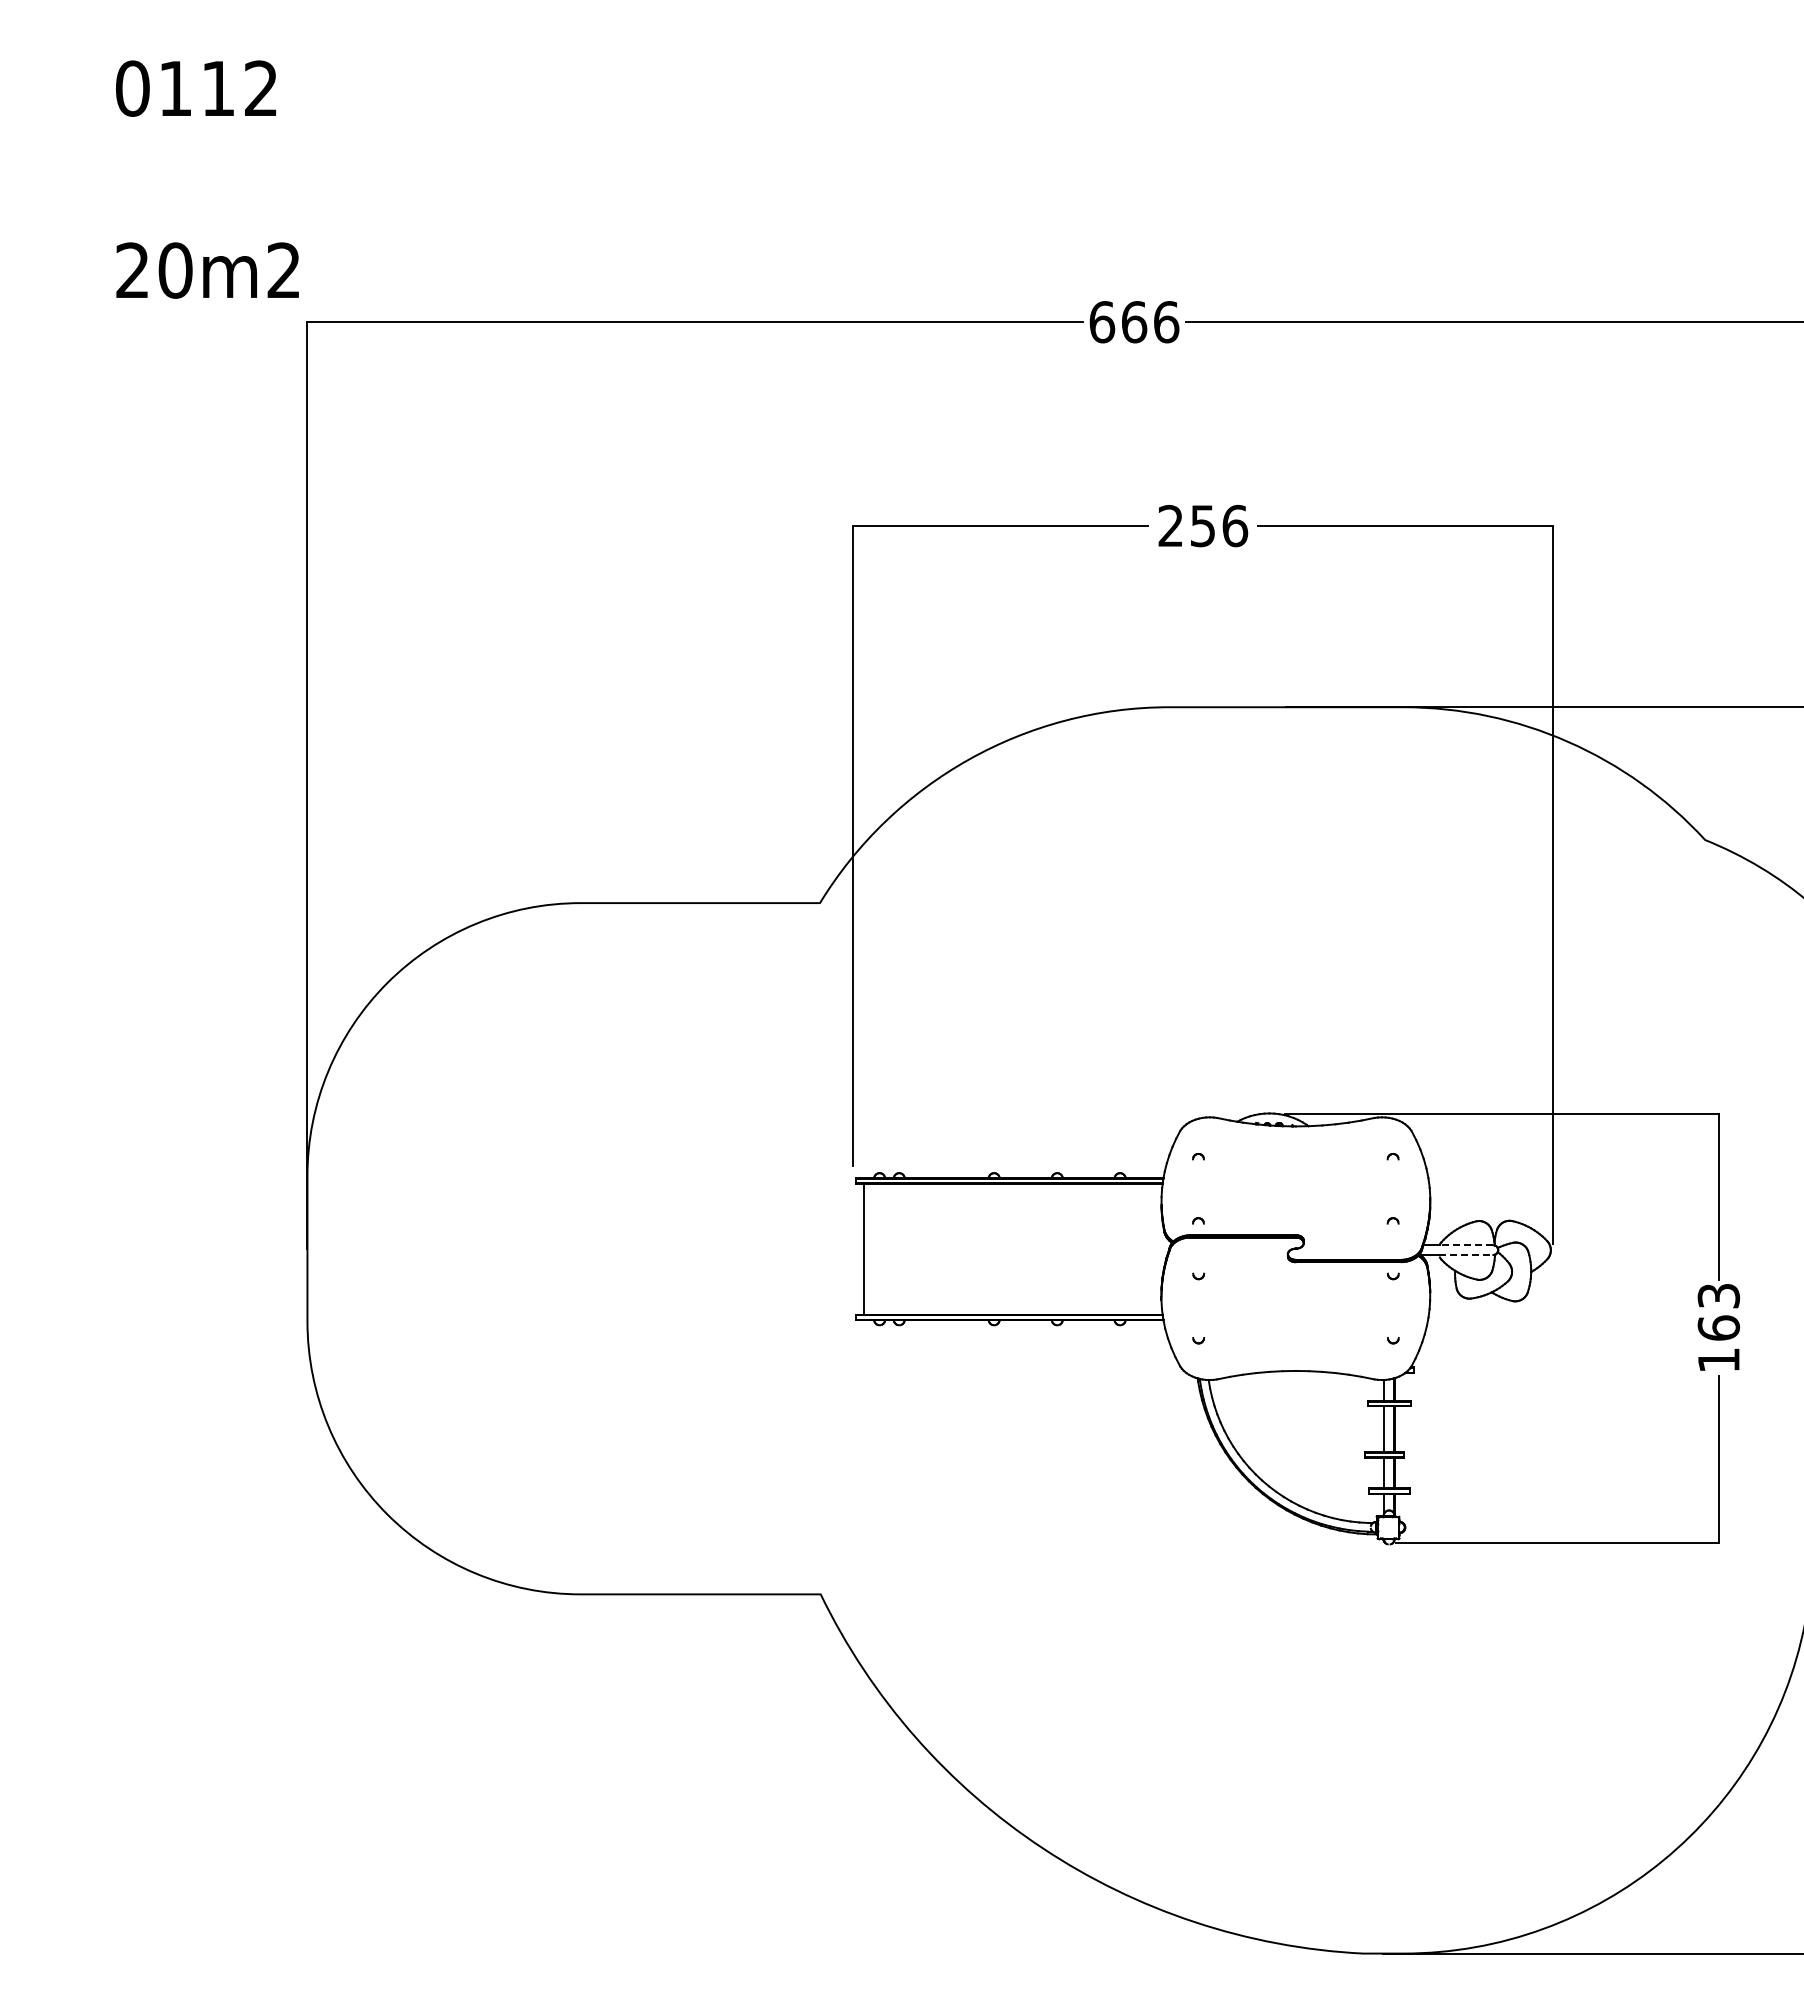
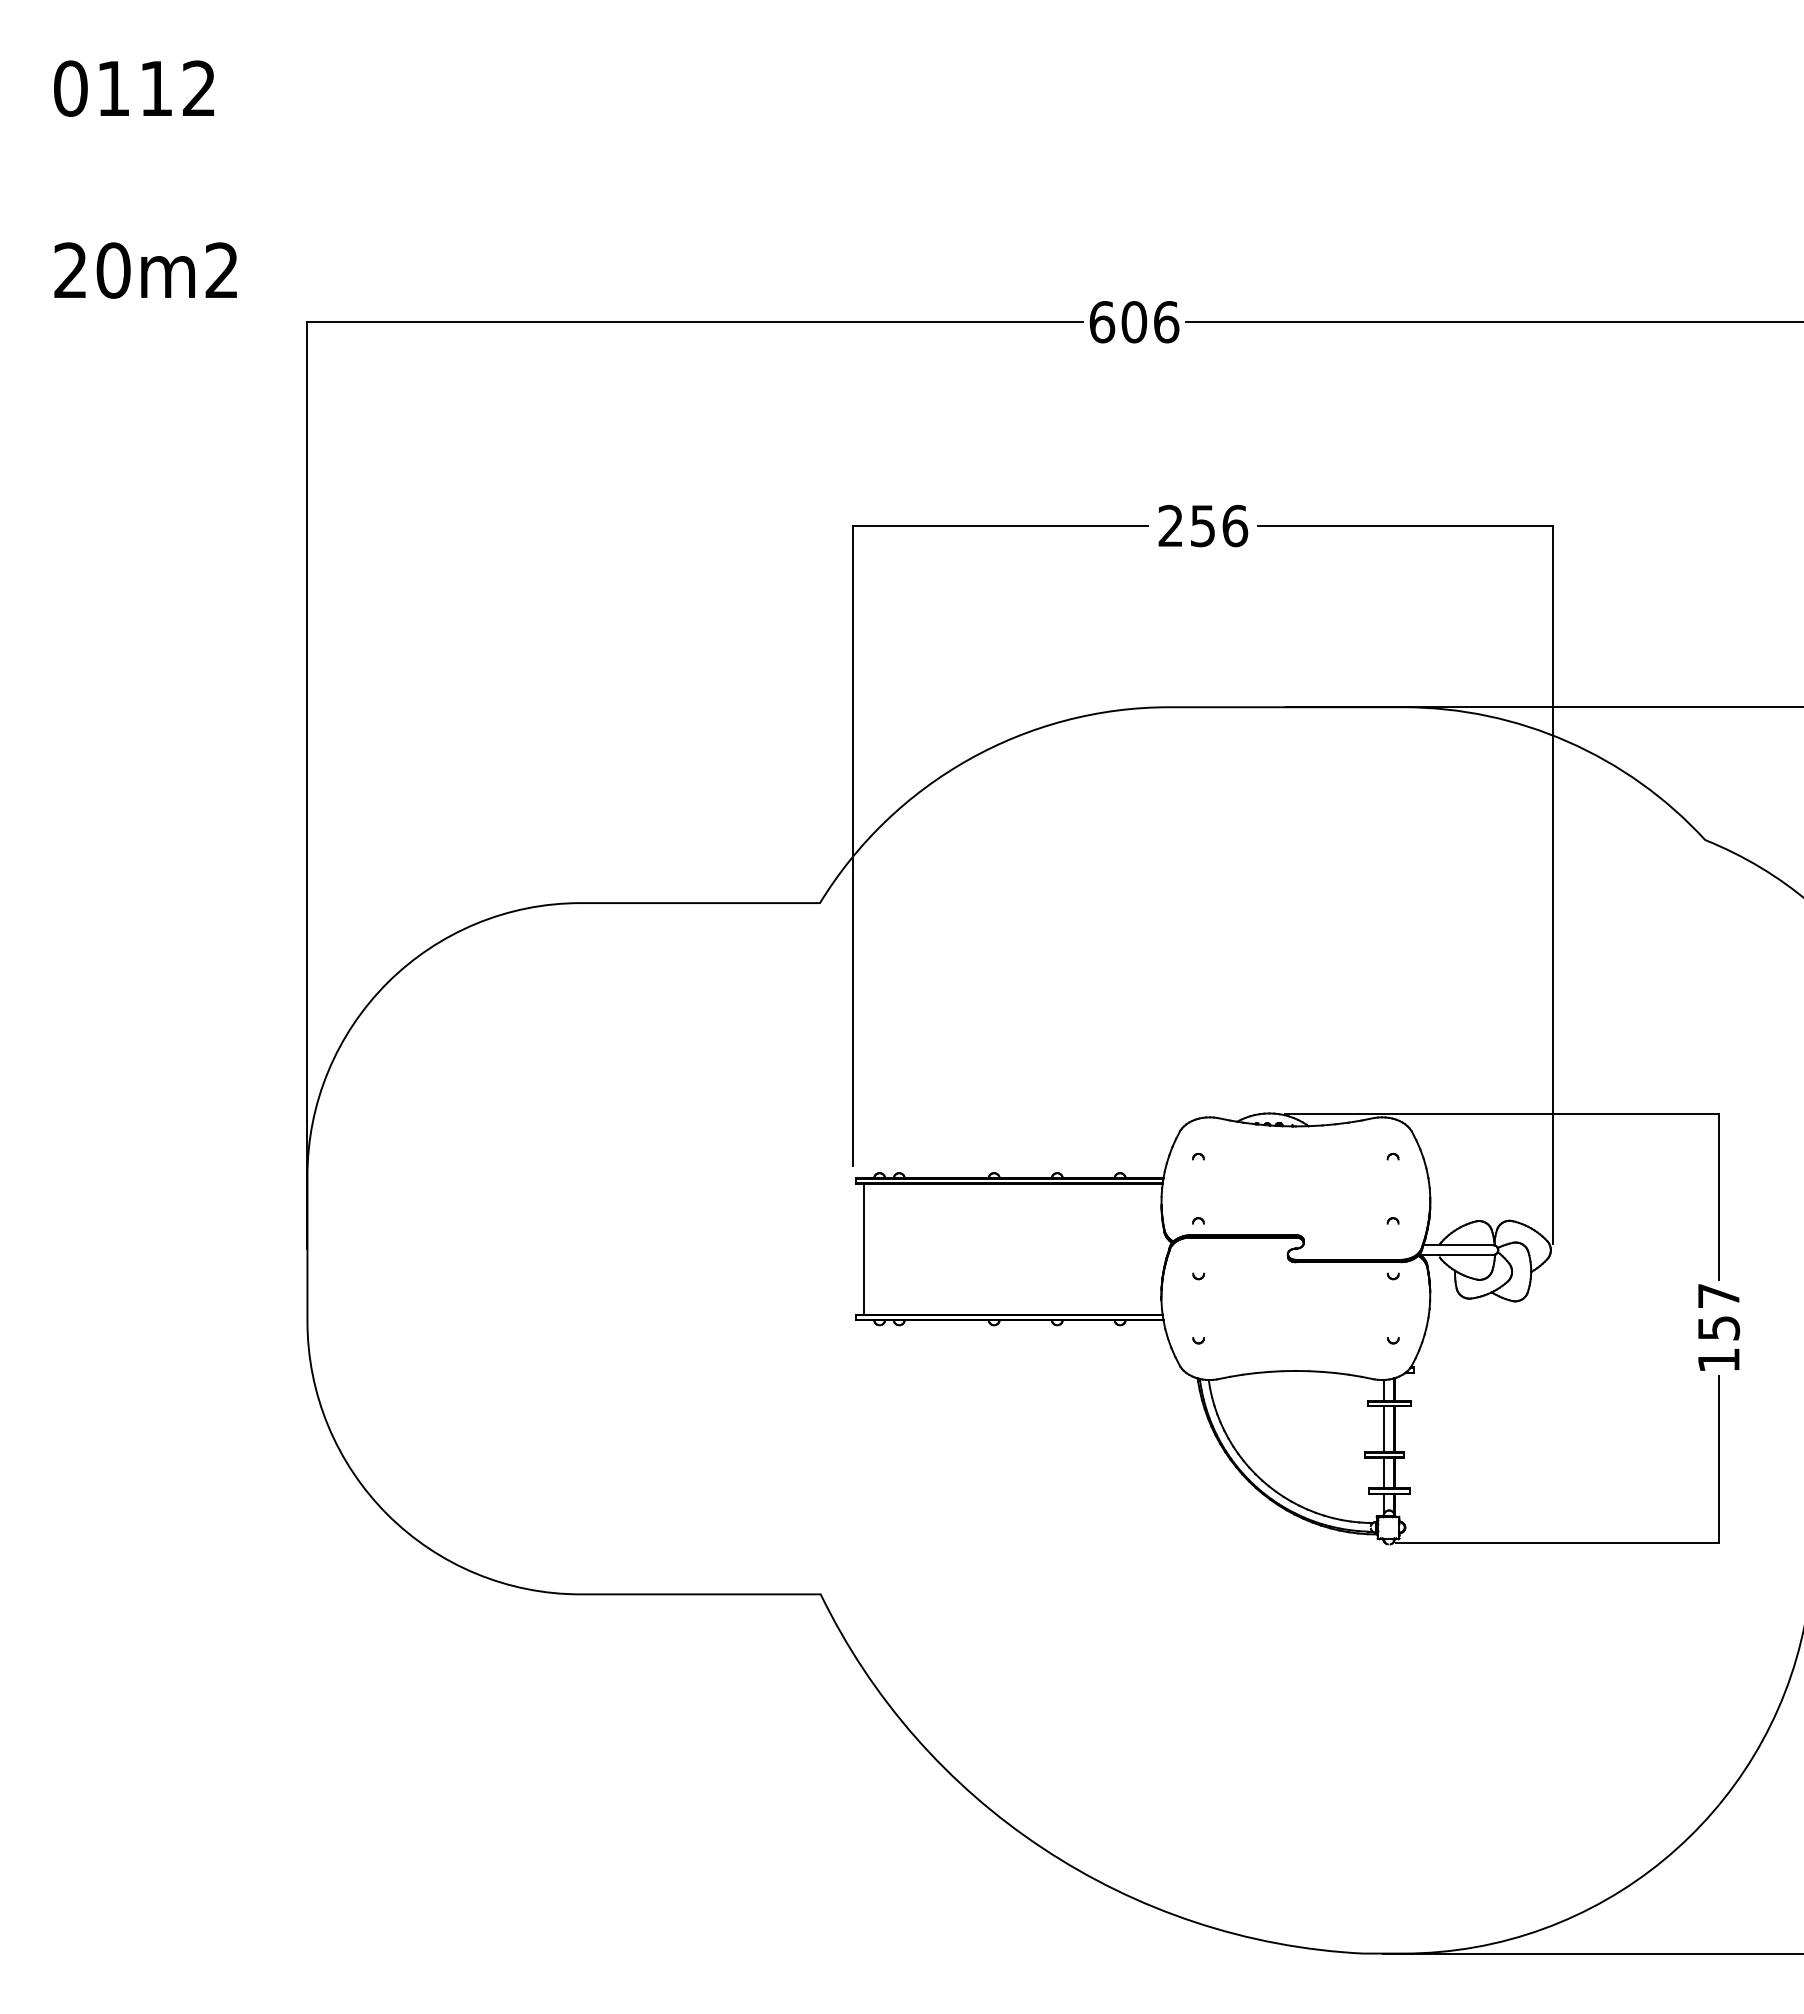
text at (207, 179) position: (207, 179) -> (145, 179)
text at (1134, 322): 666 -> 606
line at (1466, 1245): dashed -> solid
line at (1466, 1255): dashed -> solid
text at (1718, 1312): 163 -> 157
